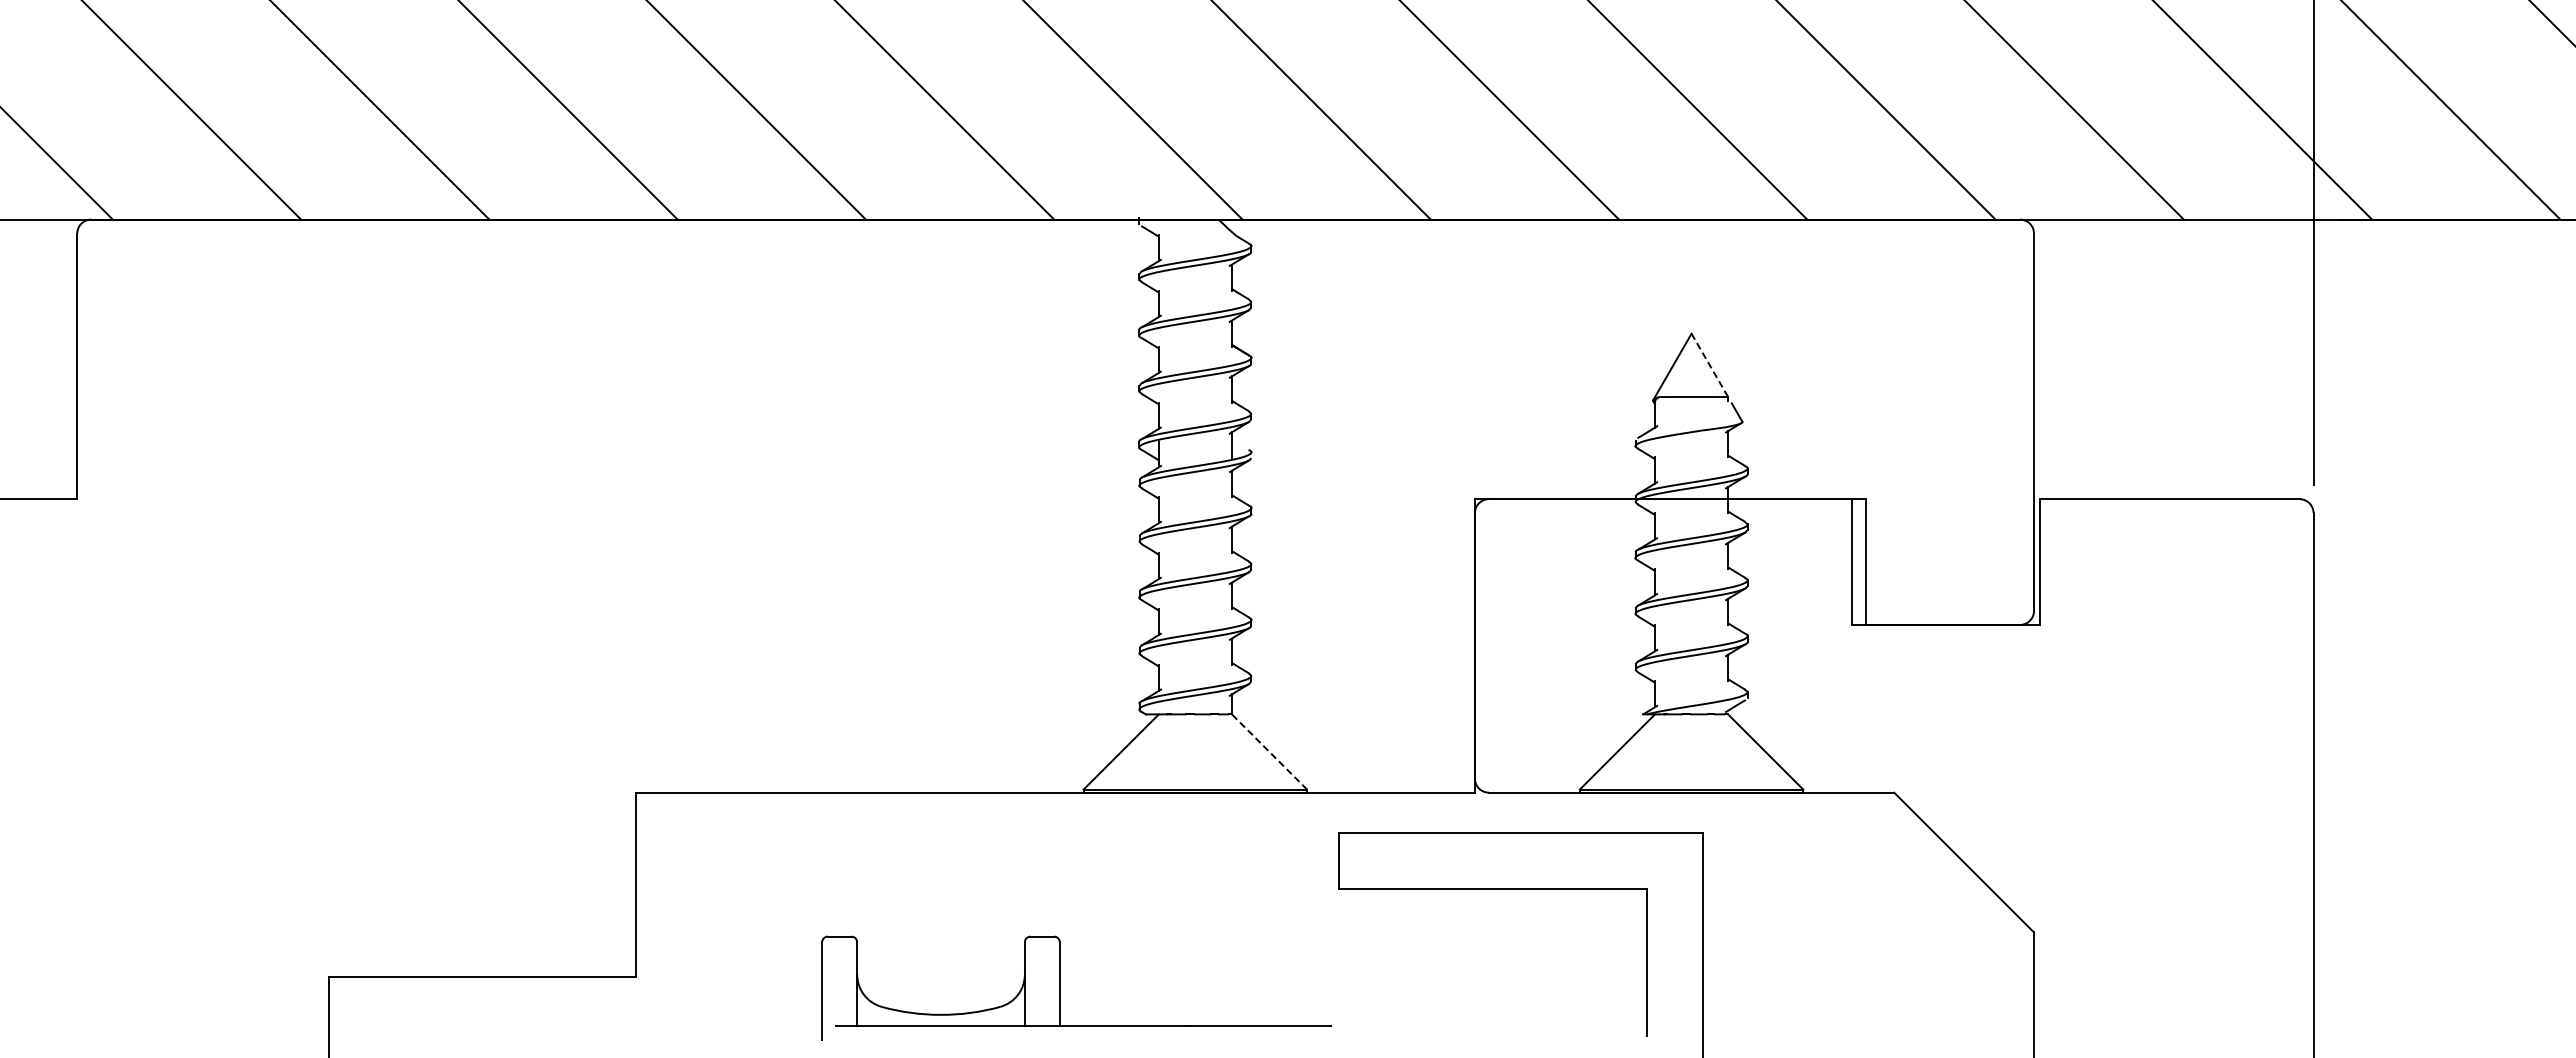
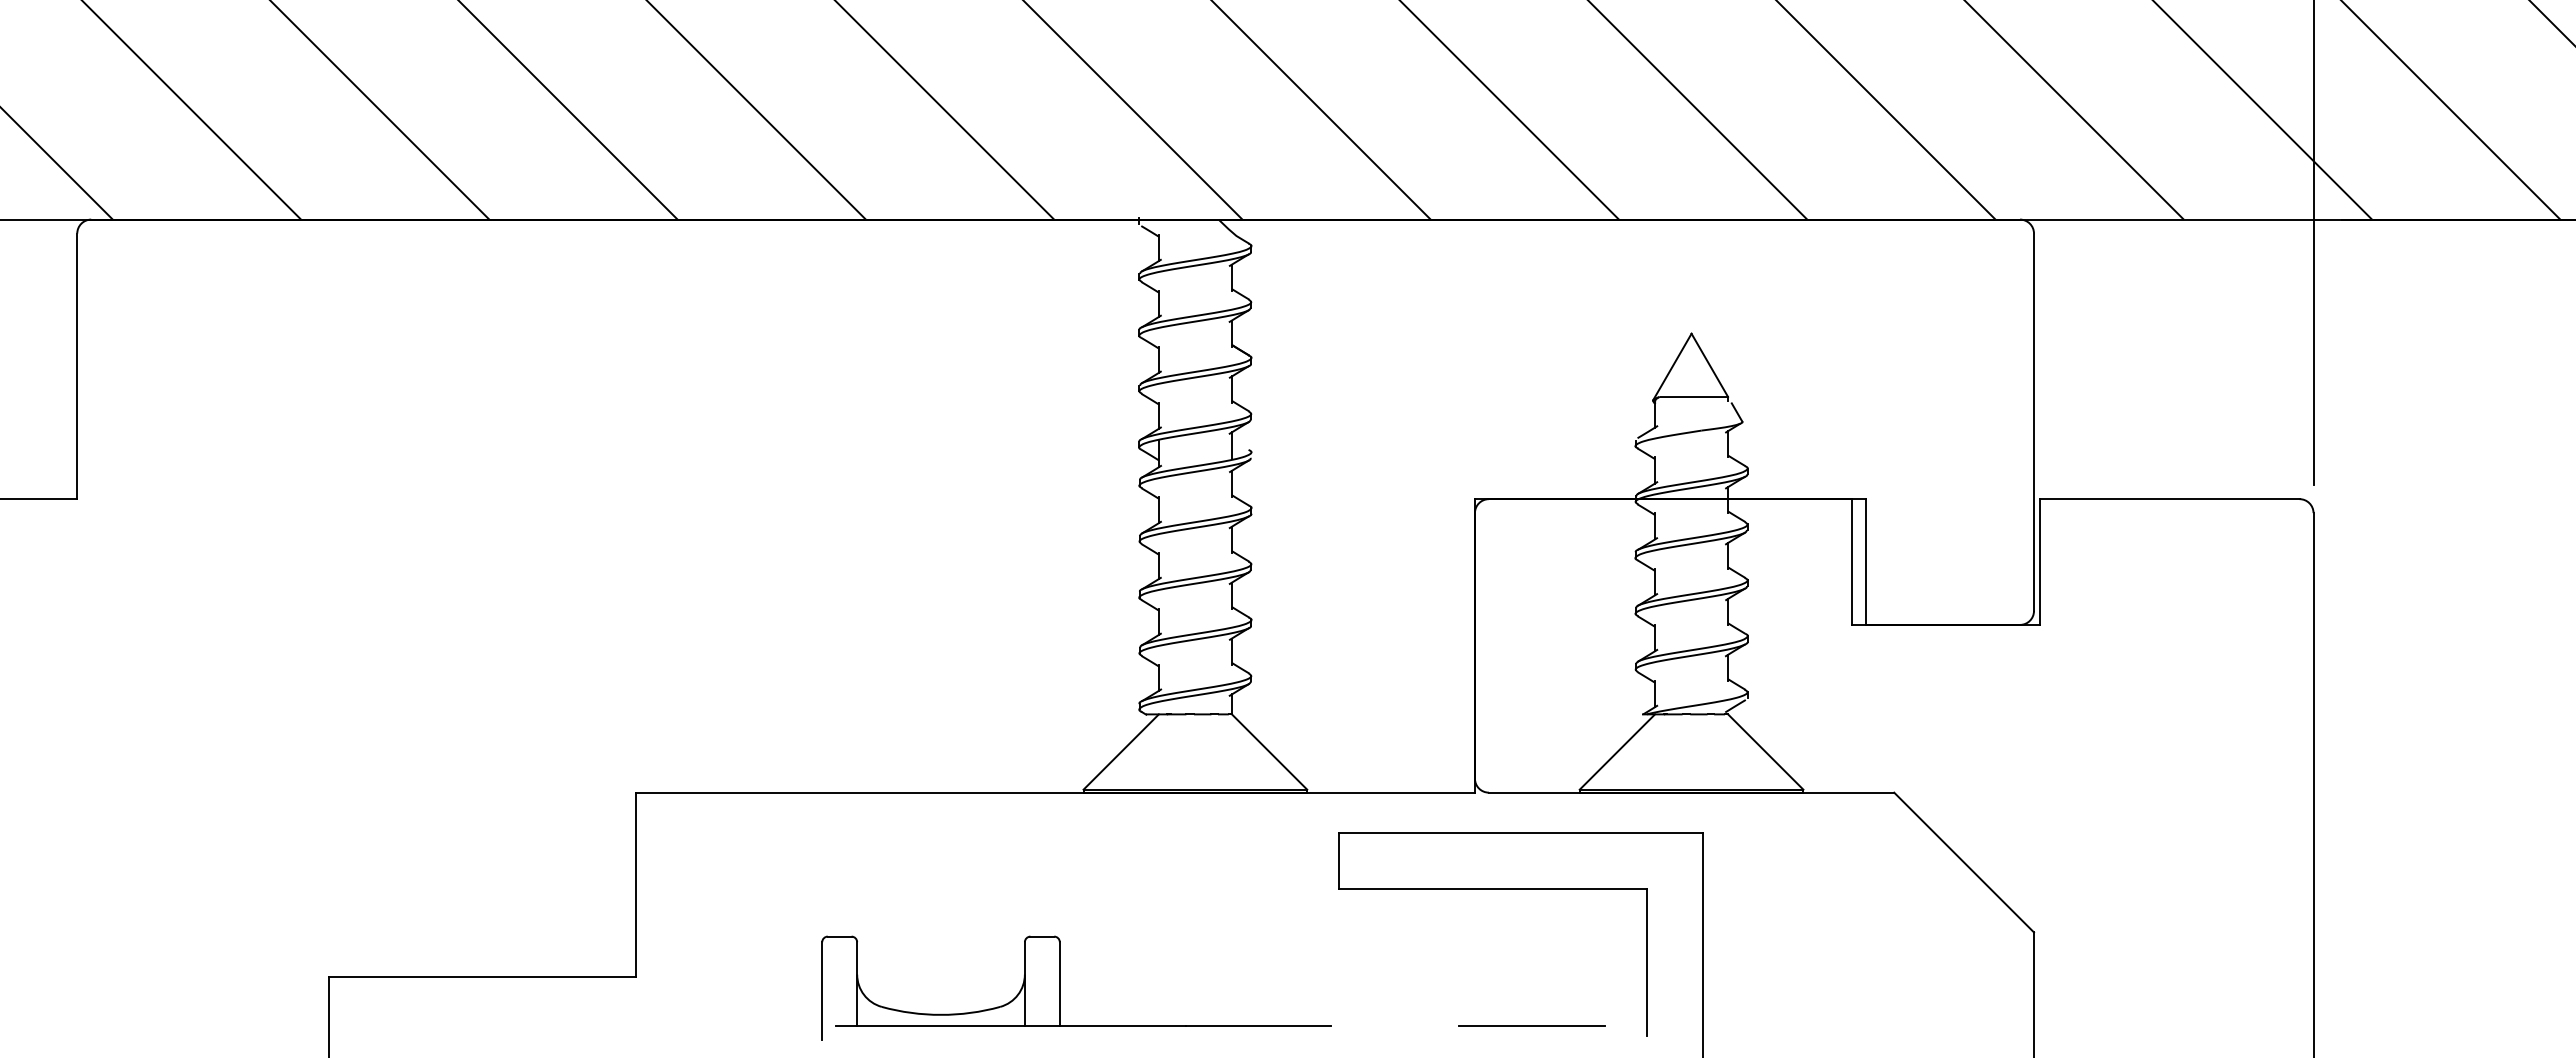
line at (1709, 364): dashed -> solid
line at (1269, 751): dashed -> solid
line at (1531, 1026): none -> present
